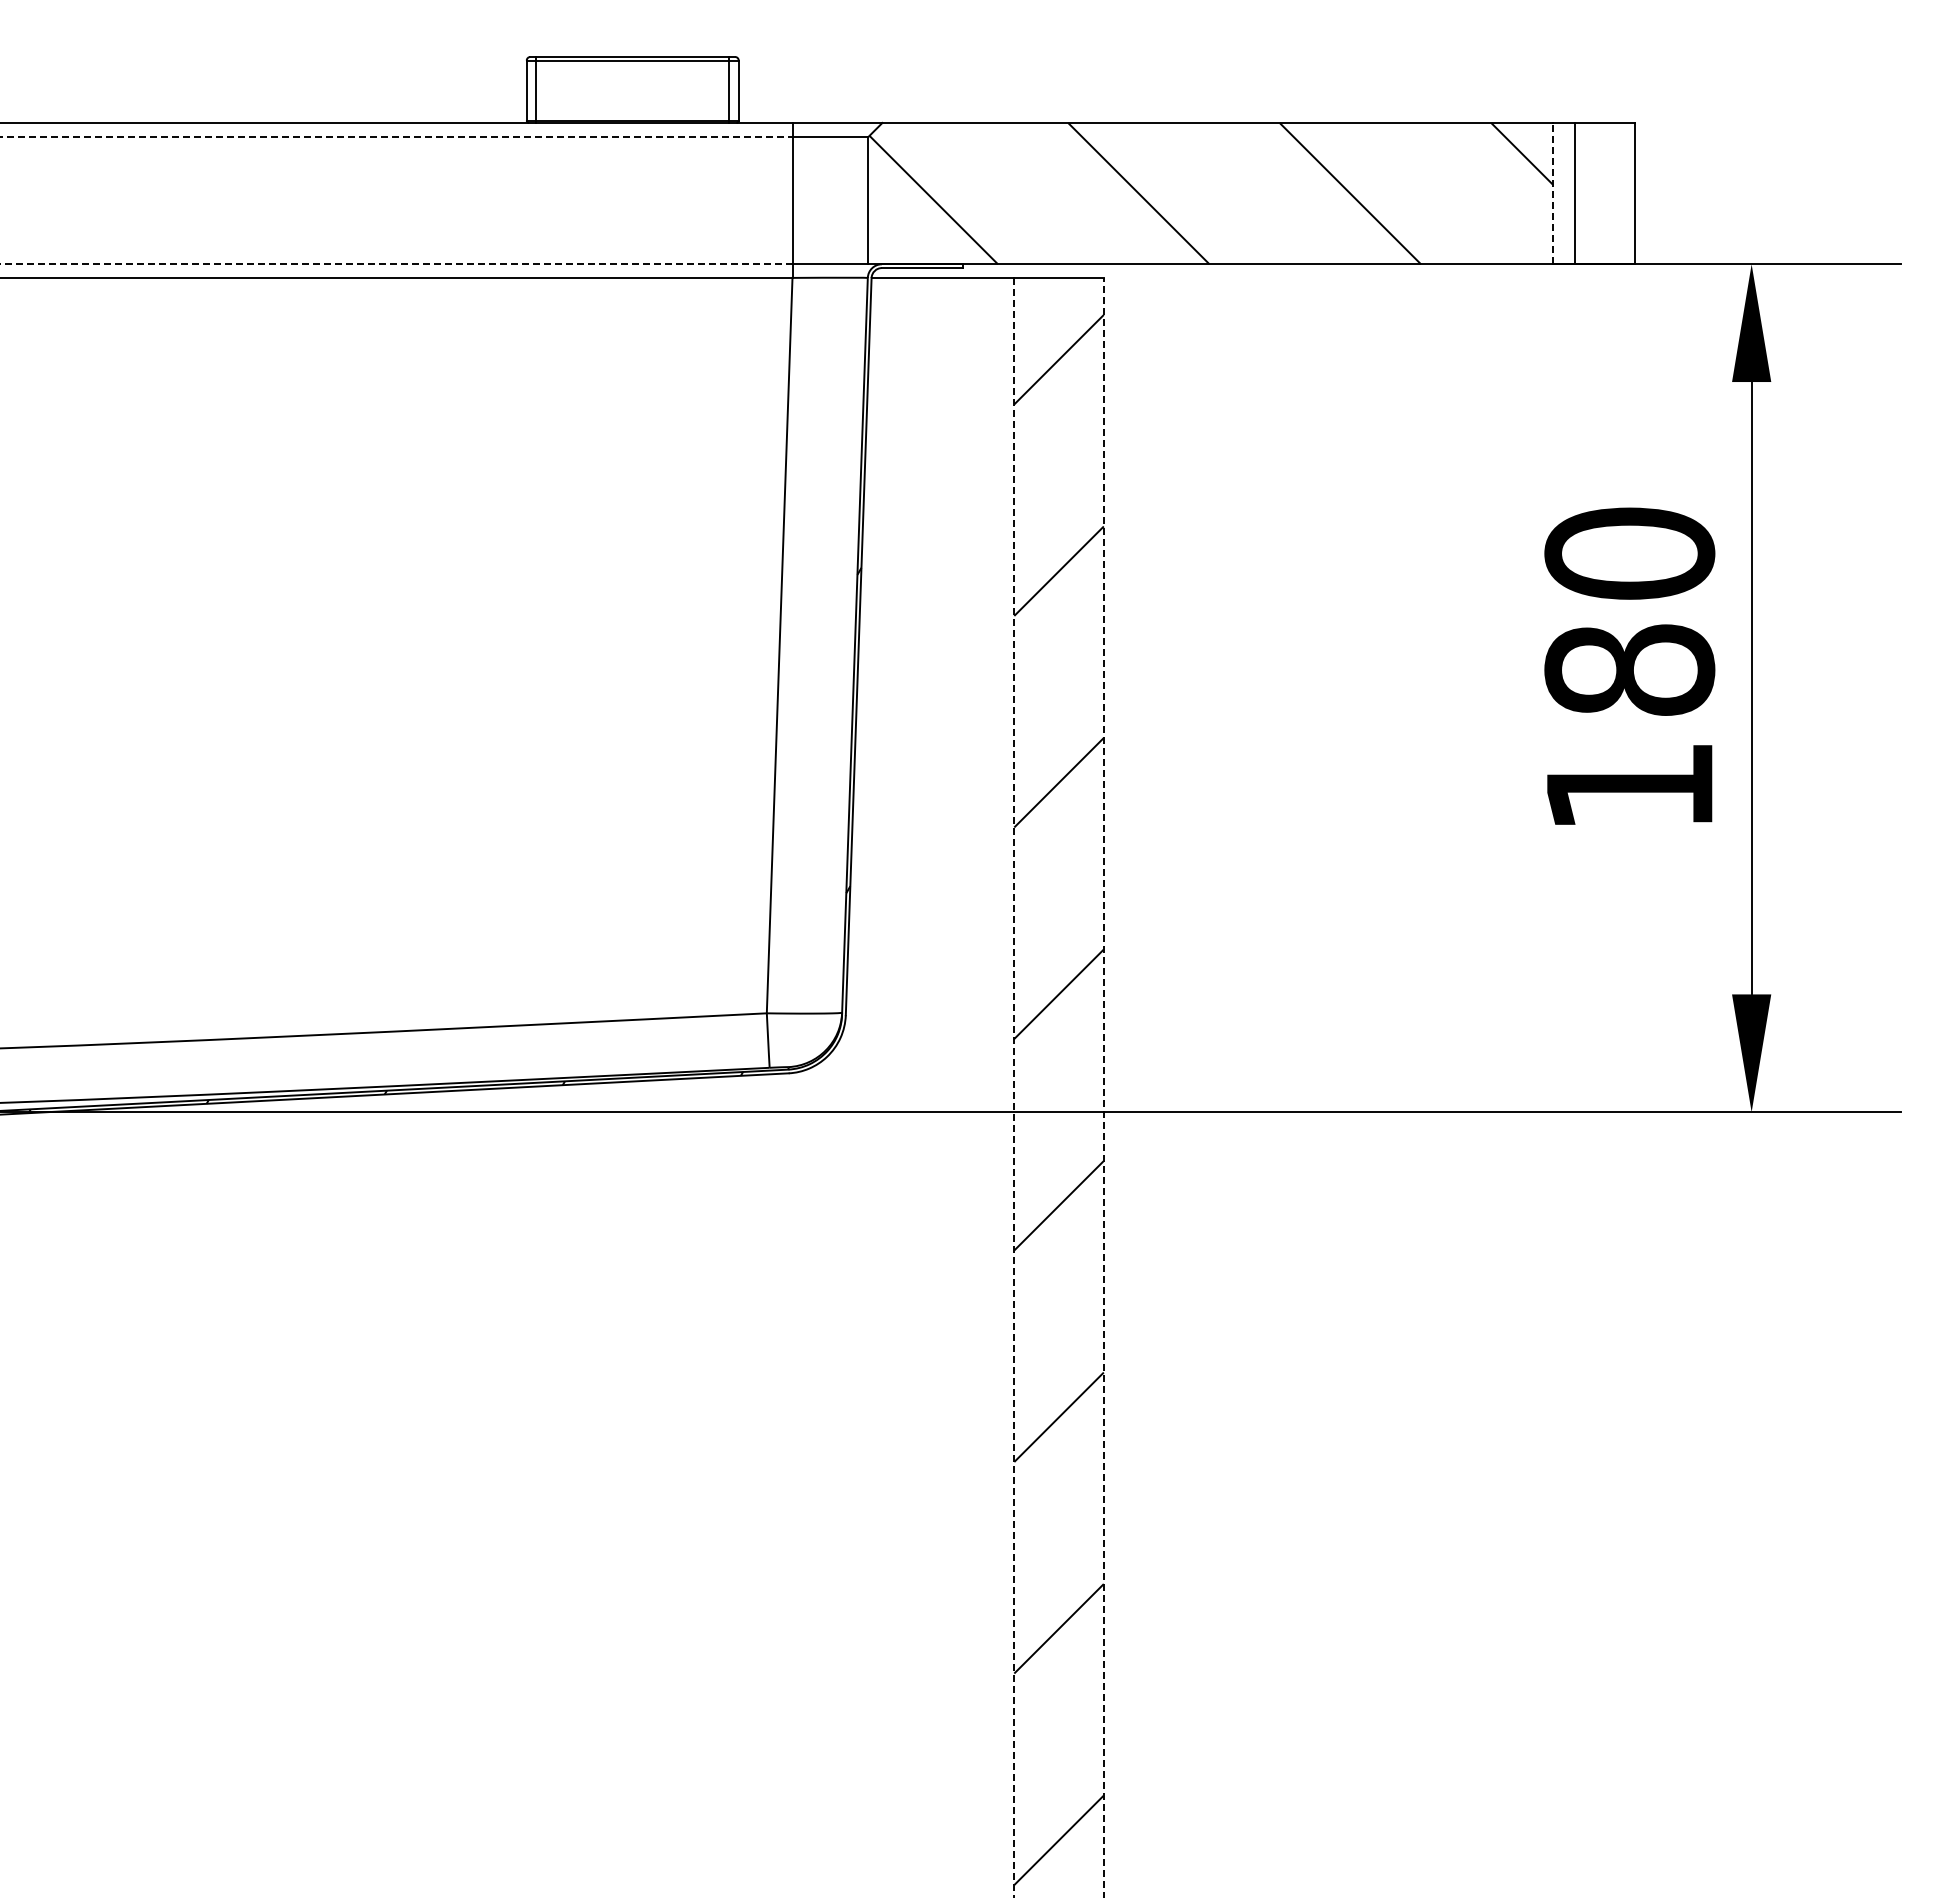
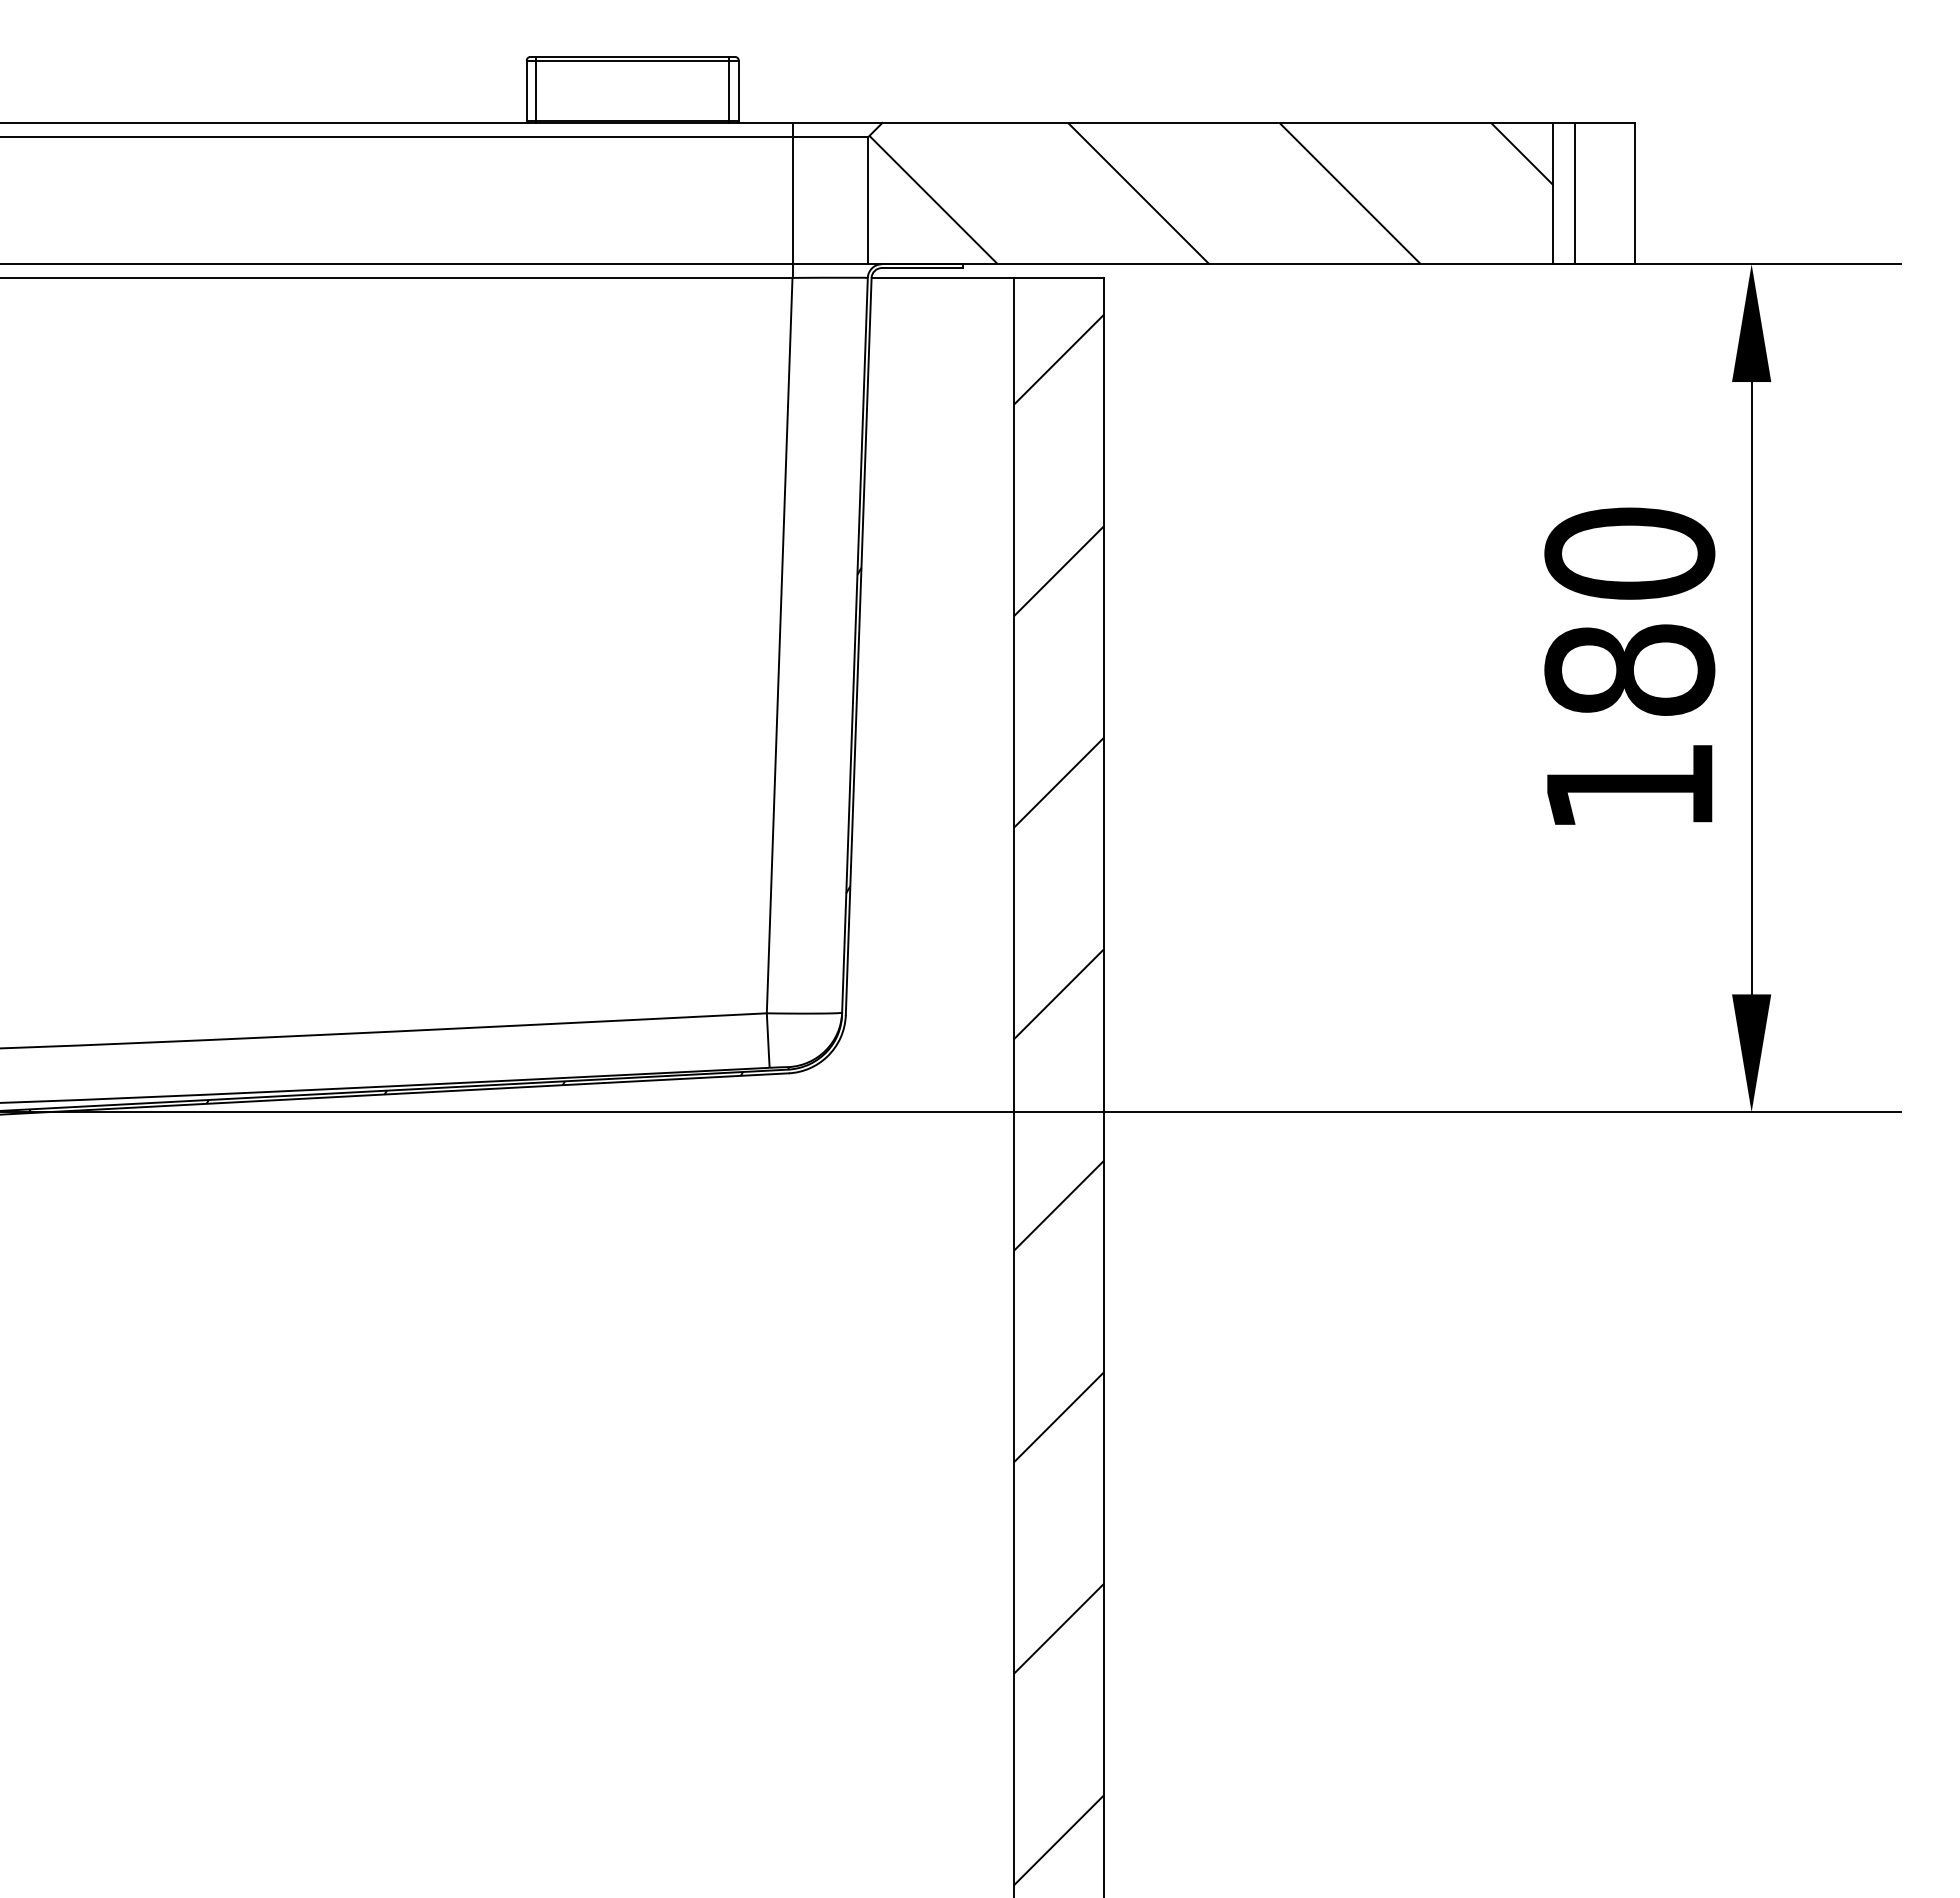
line at (397, 137): dashed -> solid
line at (1553, 193): dashed -> solid
line at (396, 264): dashed -> solid
line at (1103, 1087): dashed -> solid
line at (1014, 1088): dashed -> solid
